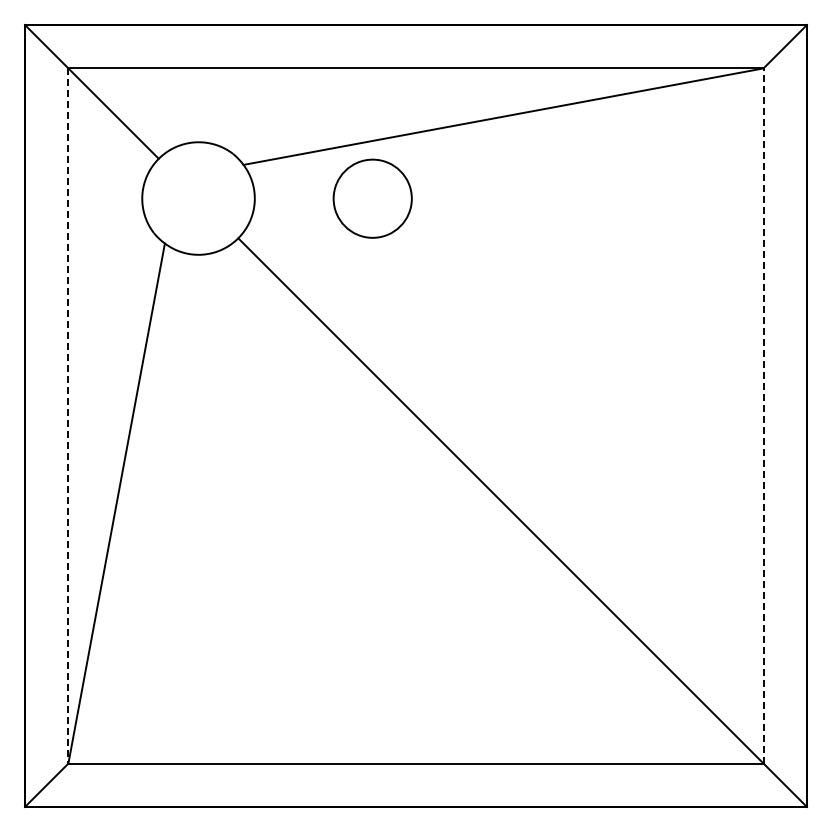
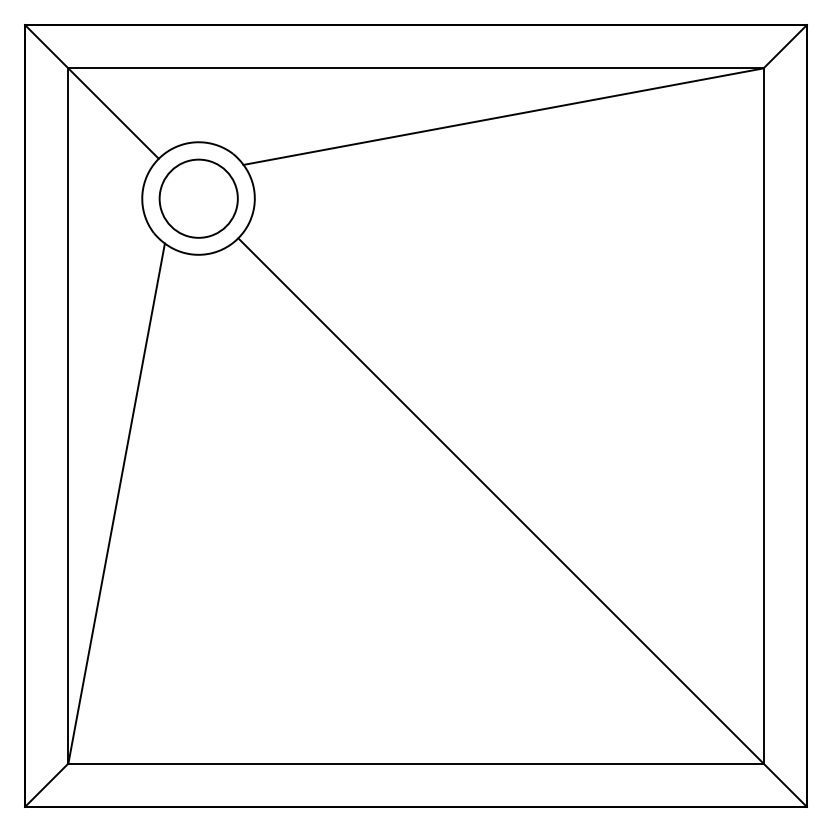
circle at (372, 198) position: (372, 198) -> (198, 198)
line at (68, 416): dashed -> solid
line at (763, 416): dashed -> solid
